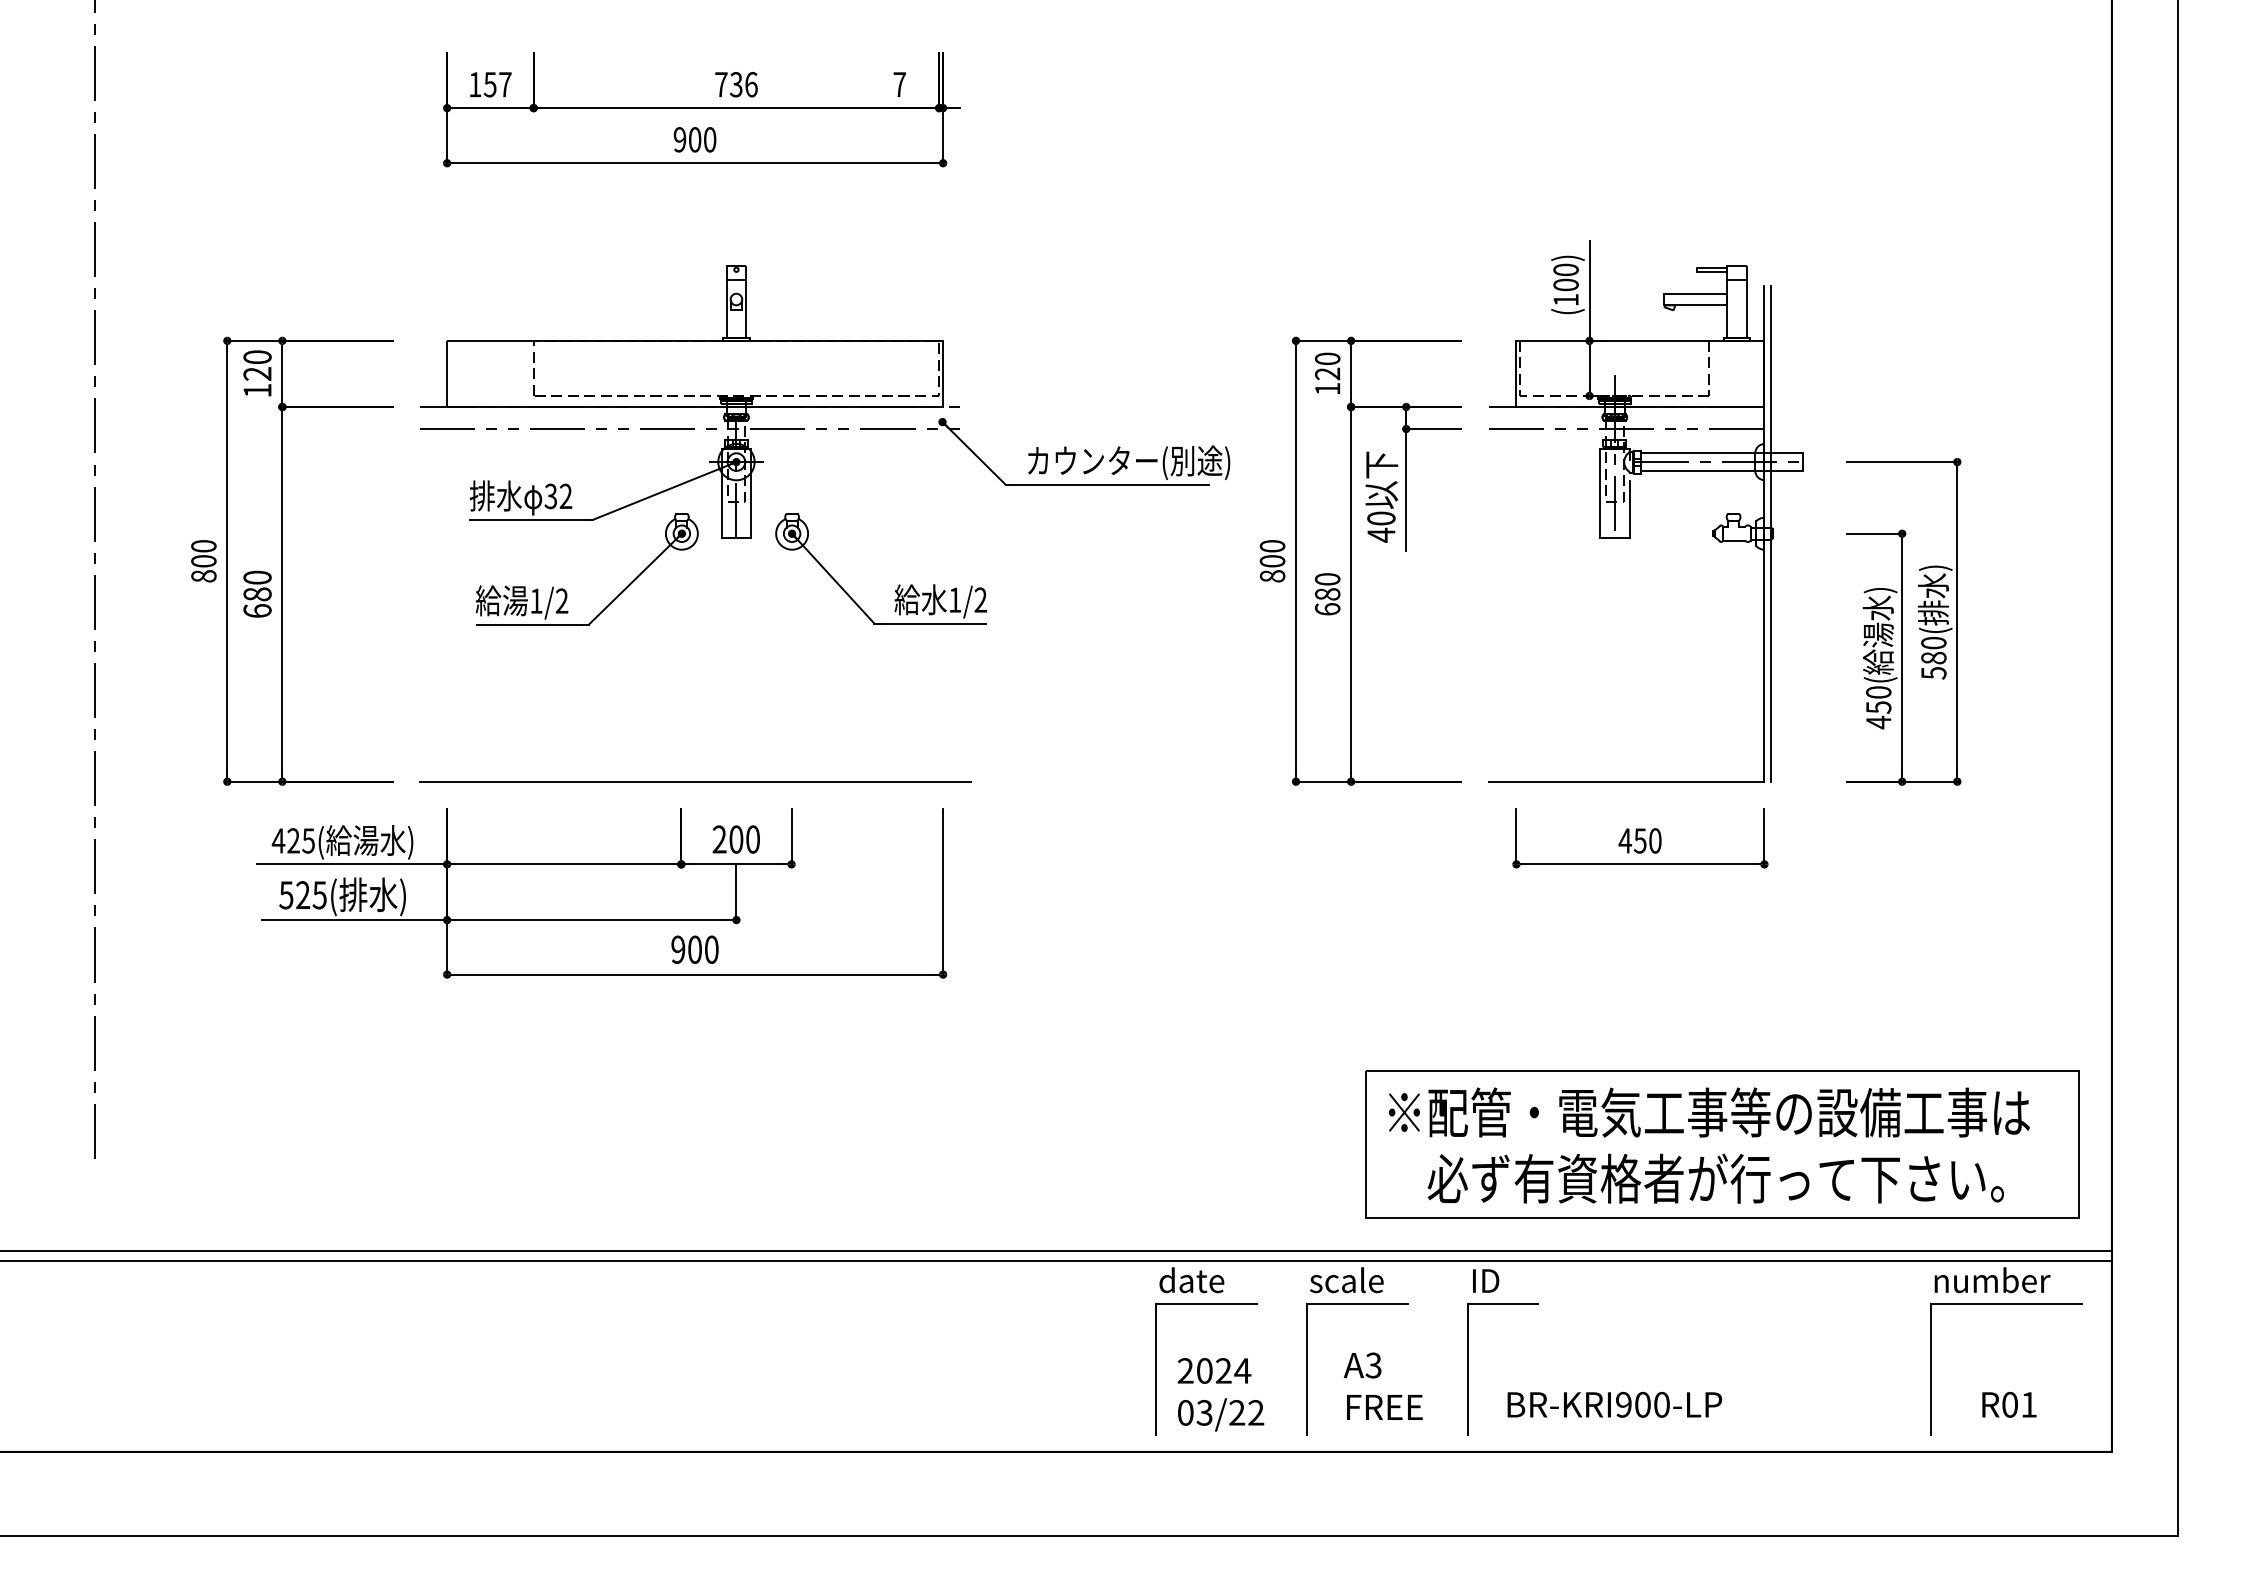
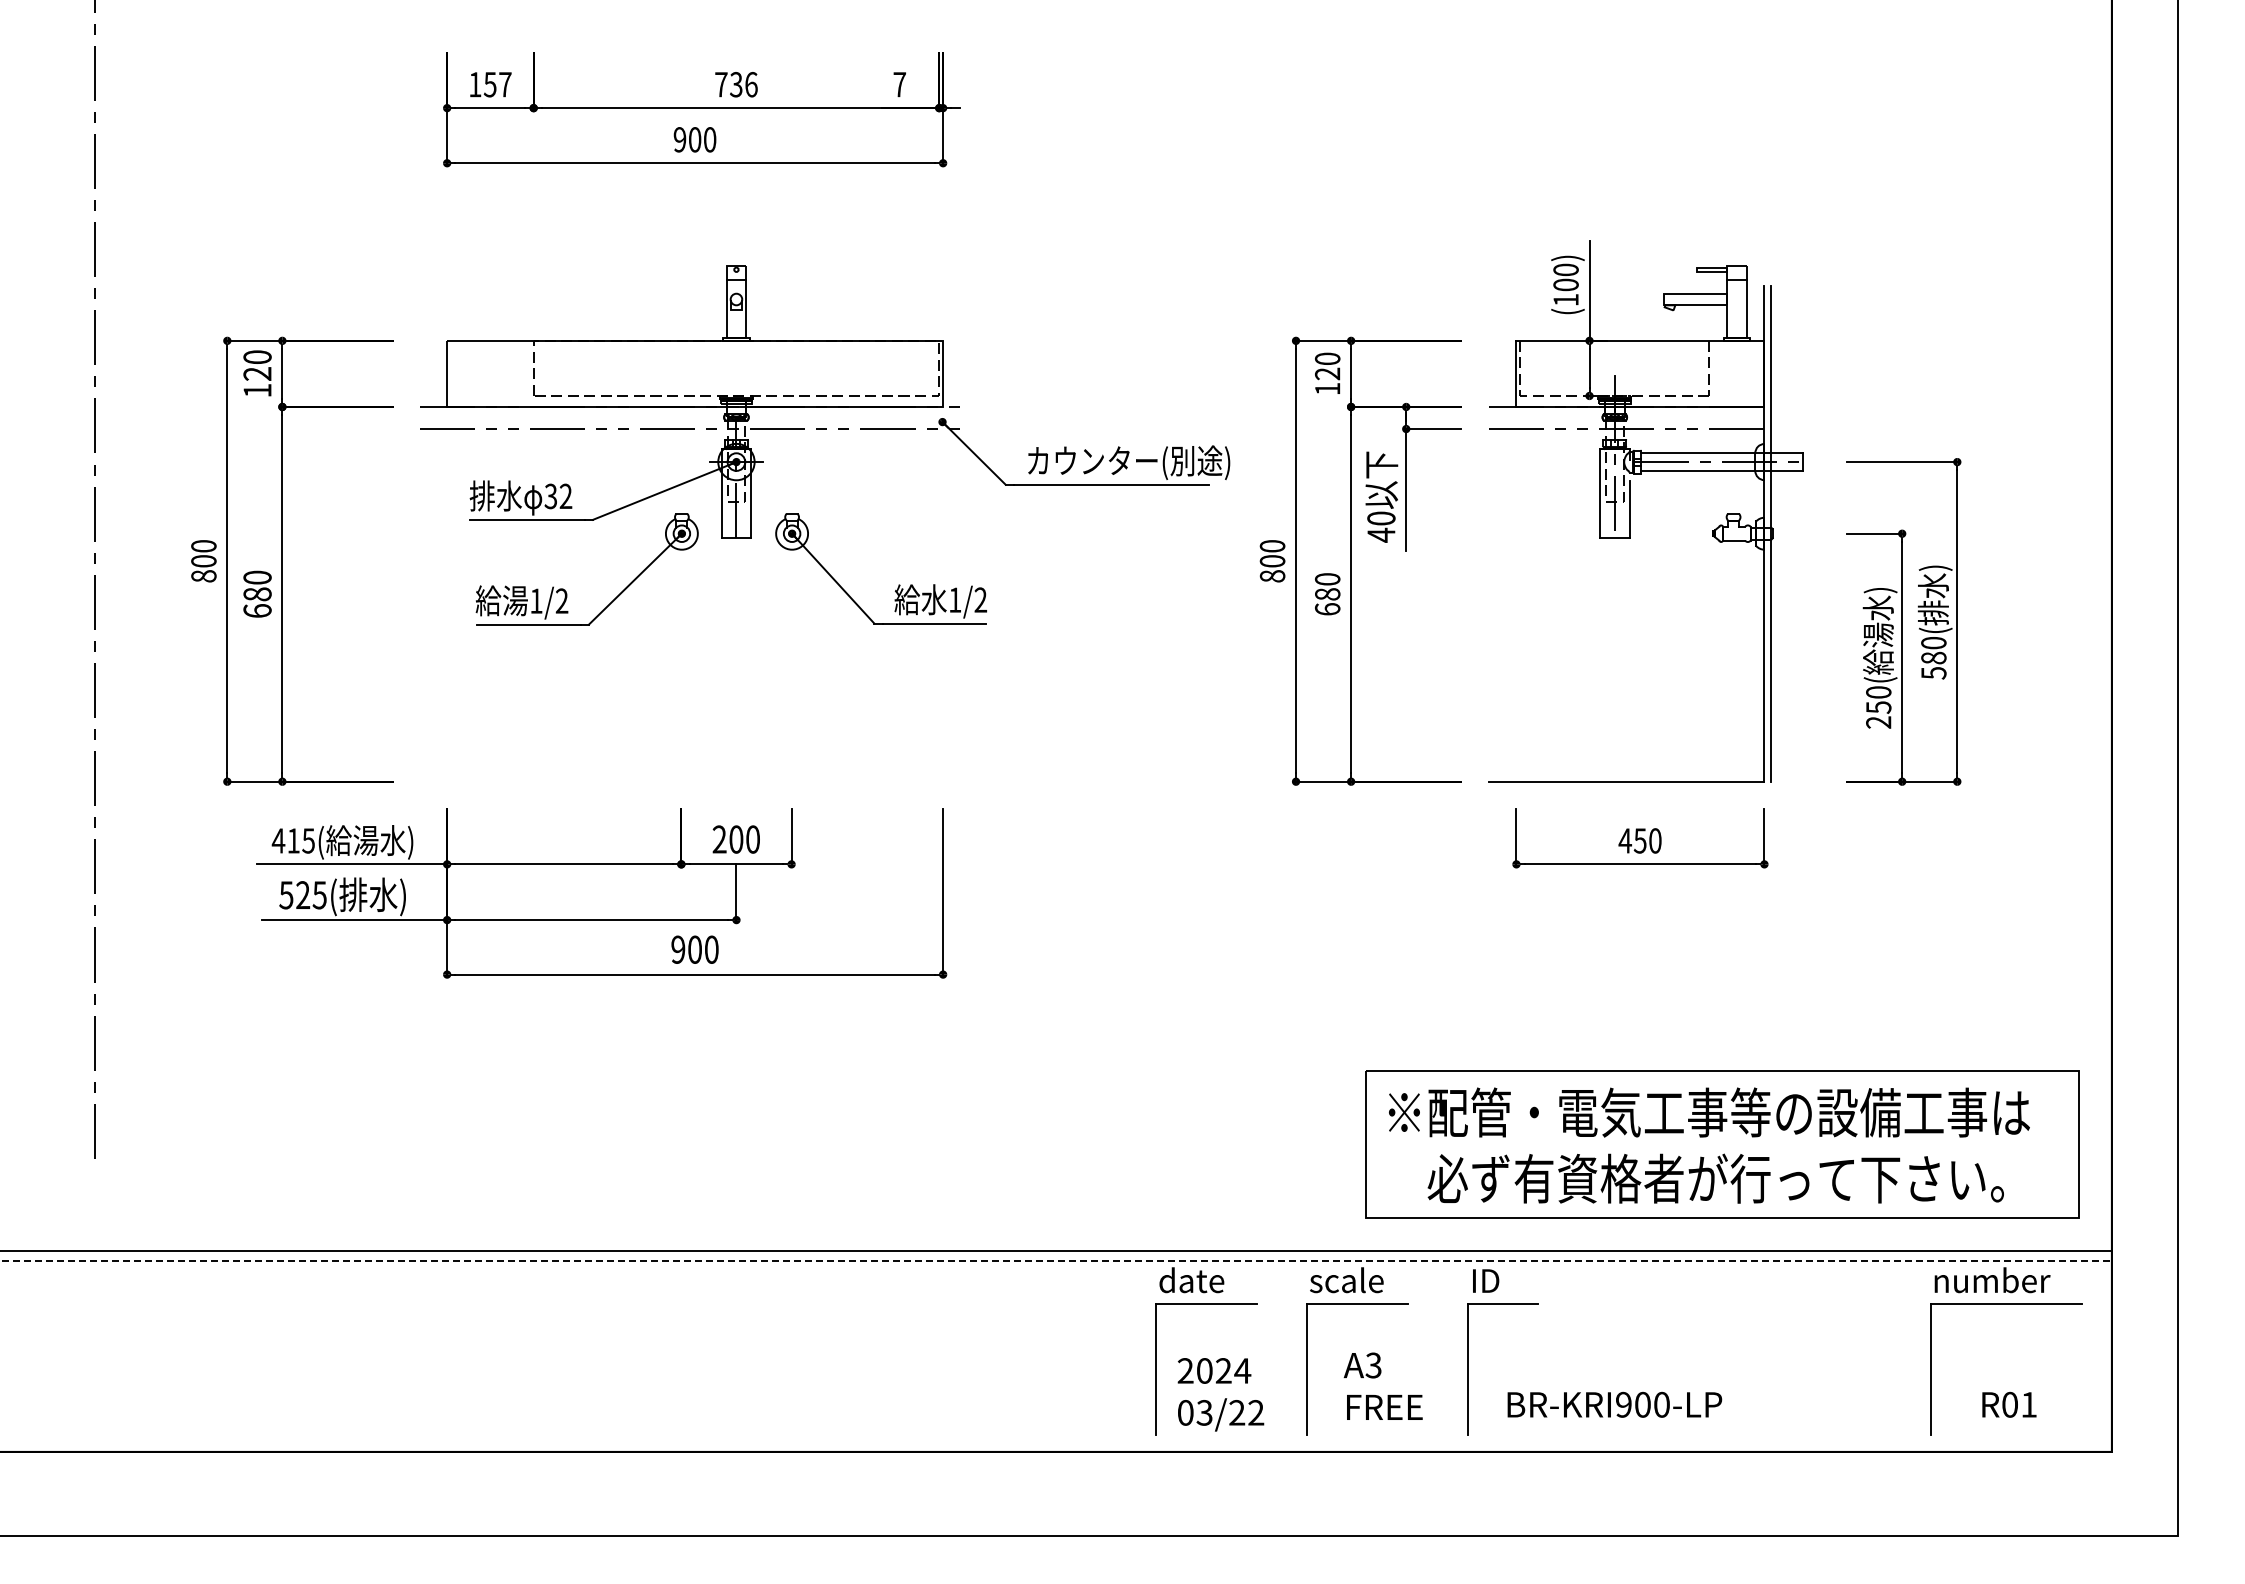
text at (1878, 722): 450( -> 250(
line at (695, 781): present -> none
text at (293, 840): 425( -> 415(
line at (1055, 1260): solid -> dashed
